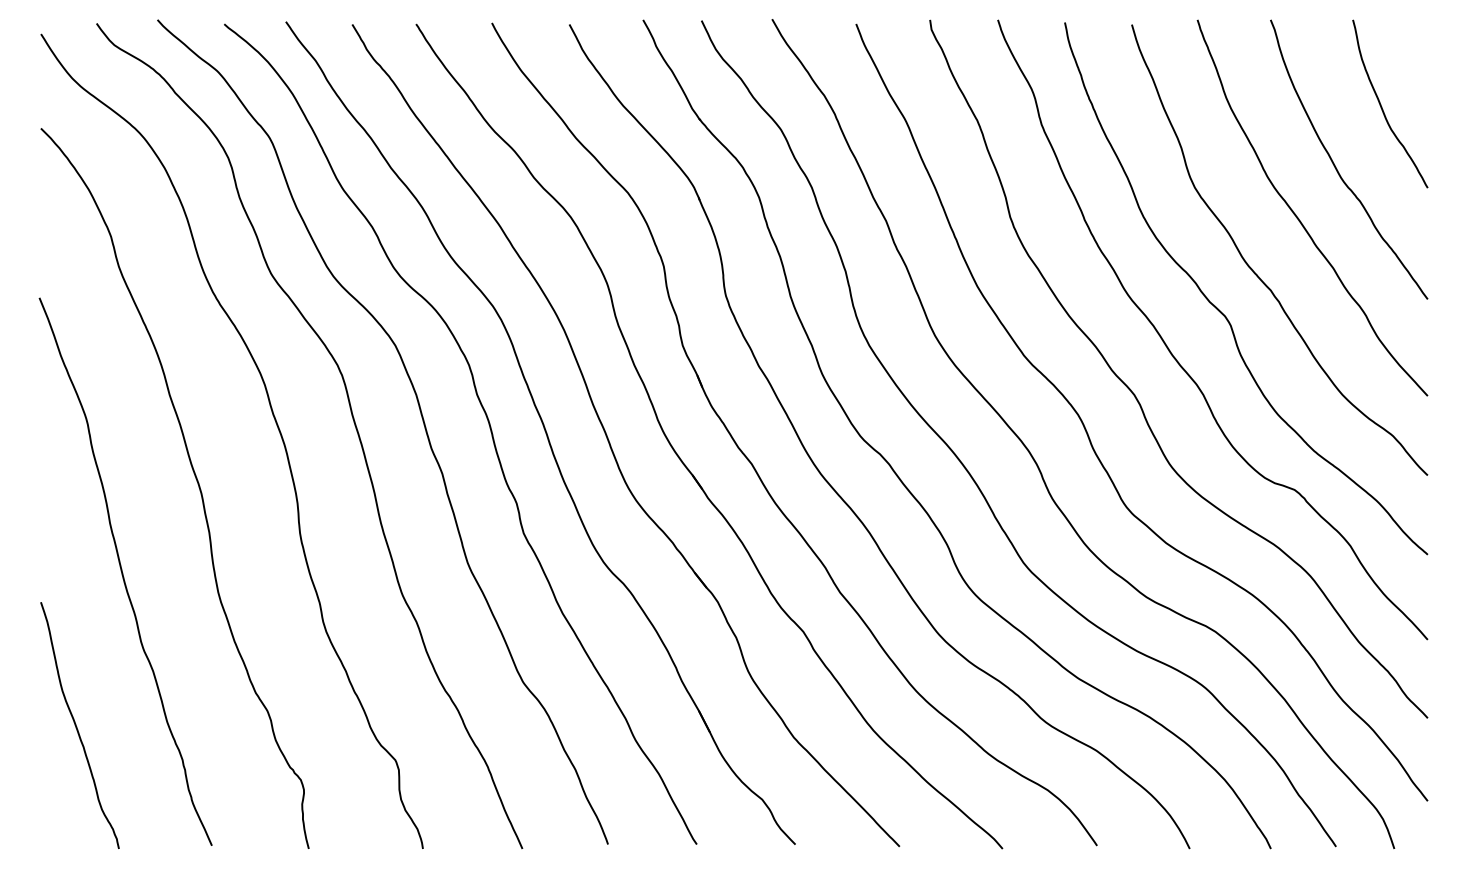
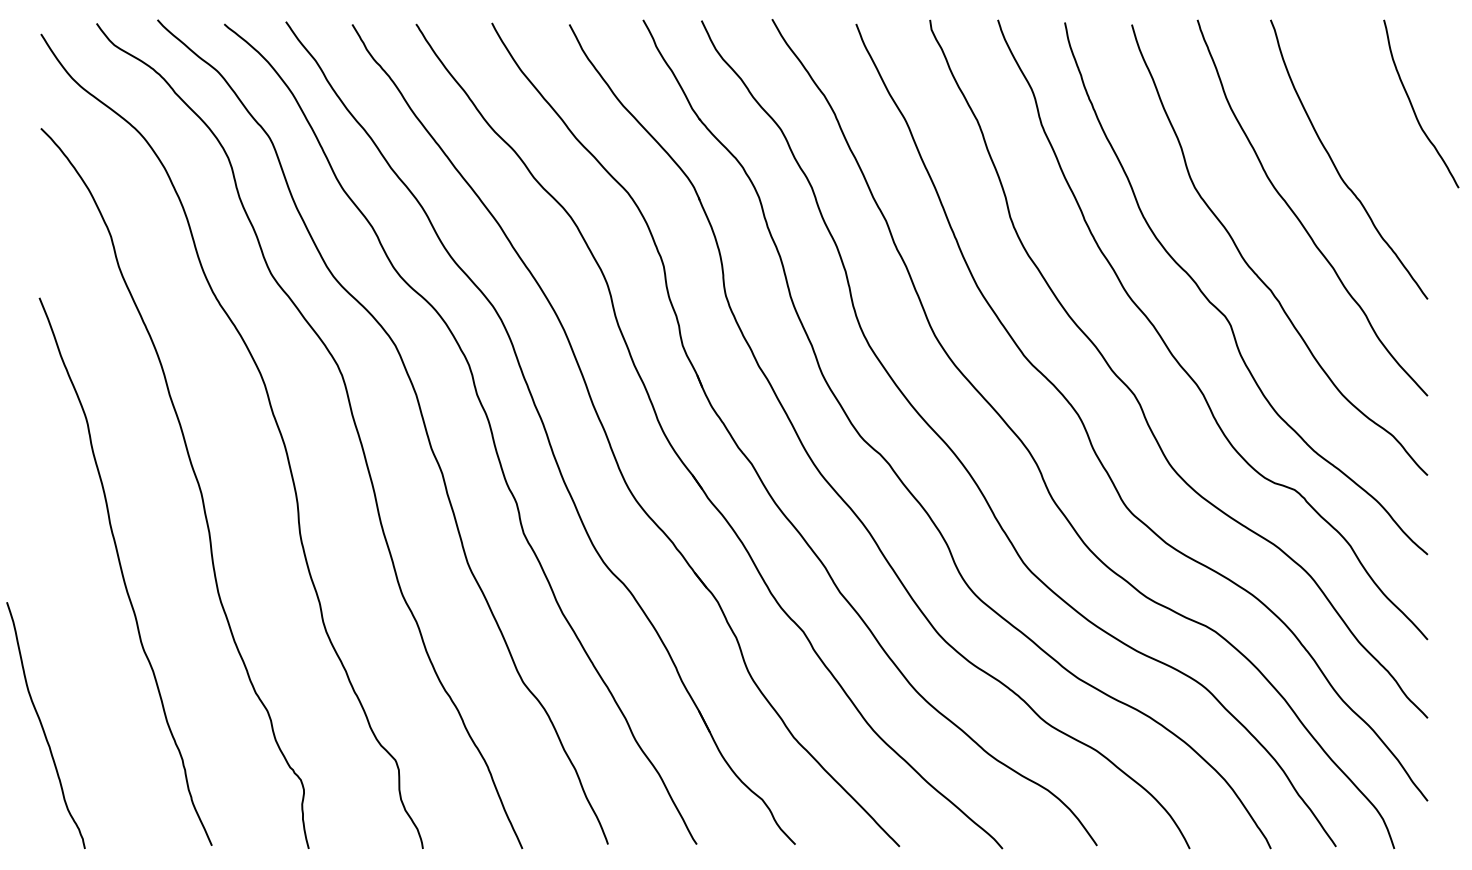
curve at (1382, 106) position: (1382, 106) -> (1413, 106)
curve at (77, 726) position: (77, 726) -> (43, 726)
